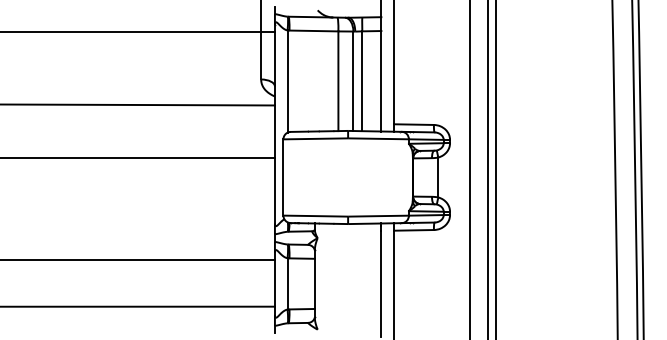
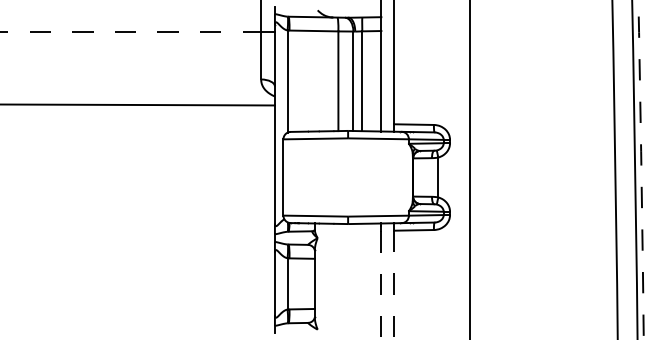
line at (131, 32): solid -> dashed
line at (138, 158): present -> none
arc at (641, 168): solid -> dashed
line at (487, 169): present -> none
line at (495, 169): present -> none
line at (138, 260): present -> none
line at (381, 283): solid -> dashed
line at (394, 285): solid -> dashed
line at (138, 306): present -> none
